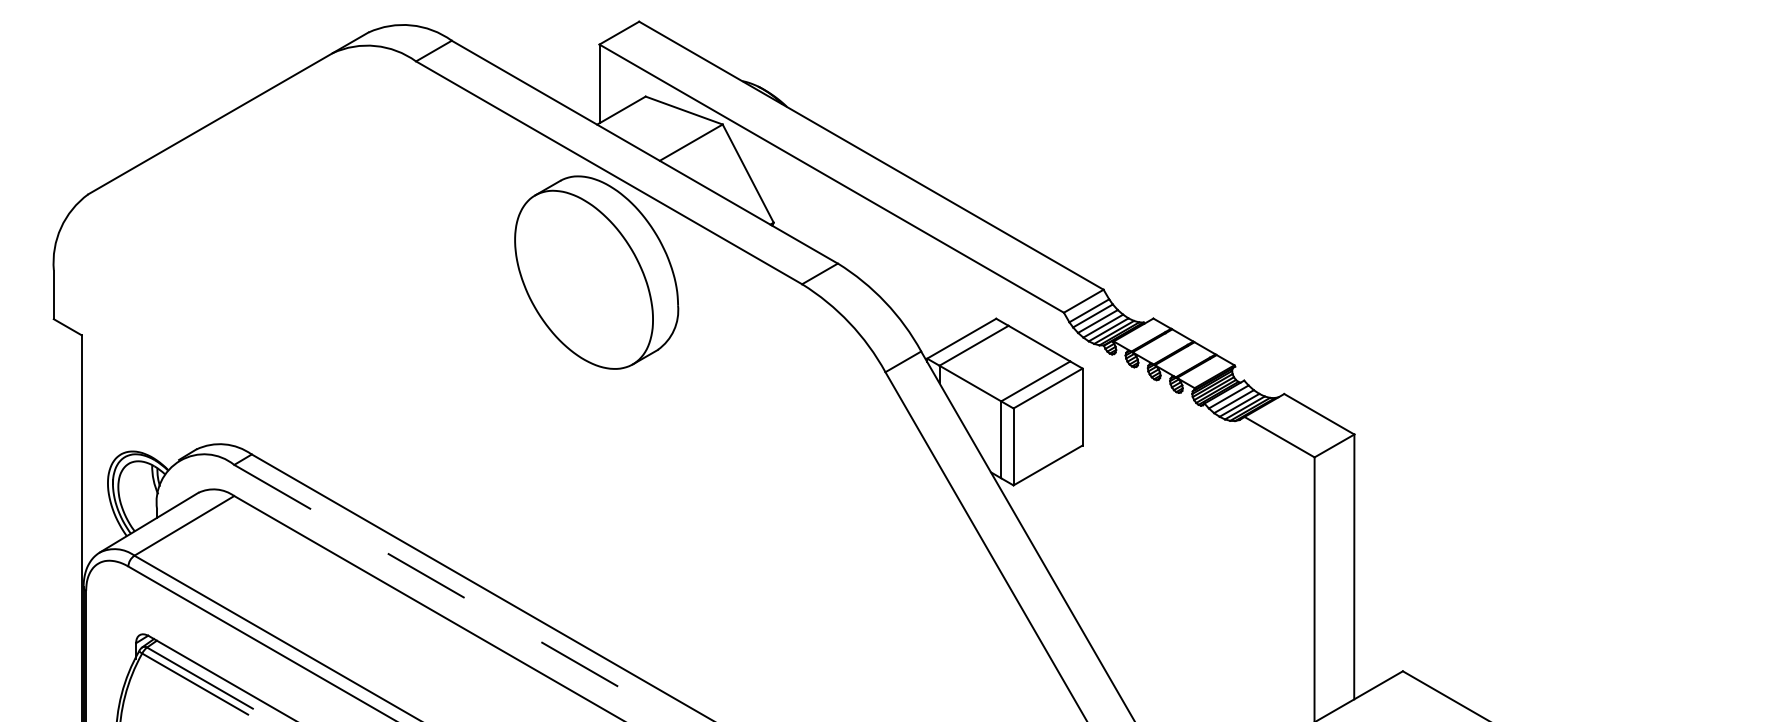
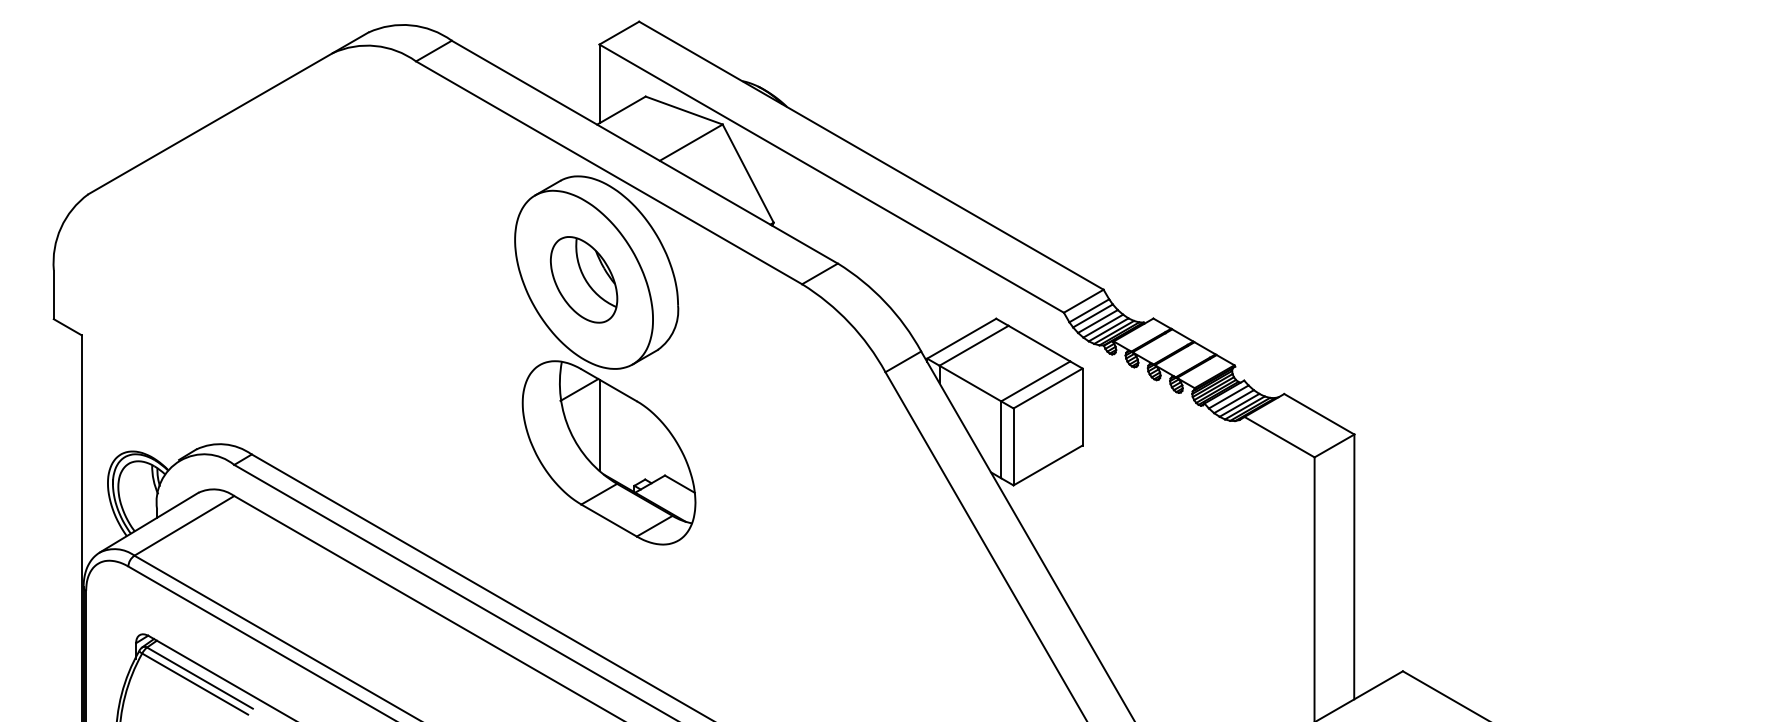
part at (584, 279): none -> present
part at (608, 452): none -> present
line at (456, 593): dashed -> solid
